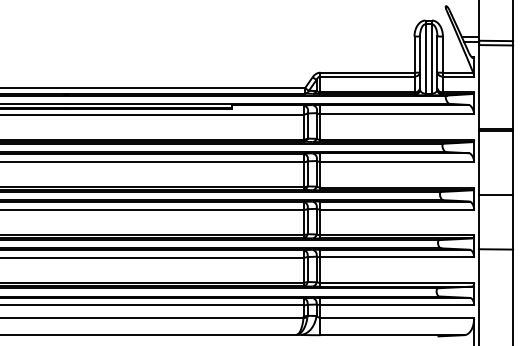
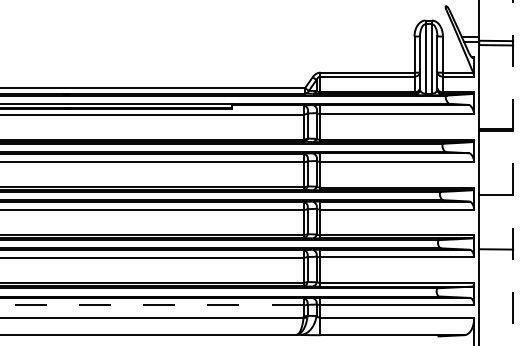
line at (513, 172): solid -> dashed
line at (151, 305): solid -> dashed
